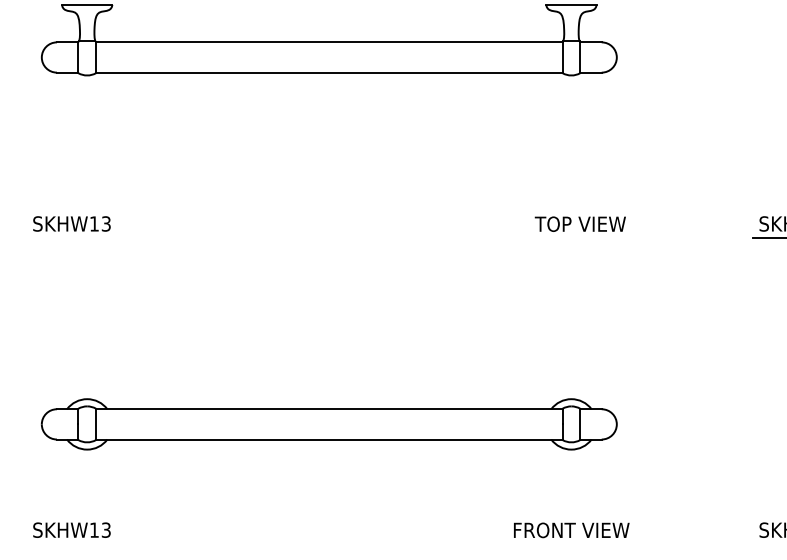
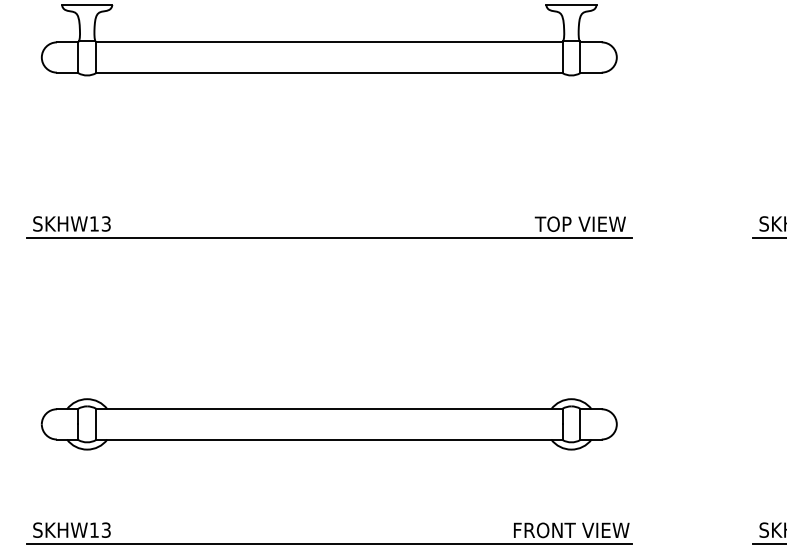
line at (328, 238): none -> present
line at (328, 544): none -> present
line at (768, 544): none -> present
